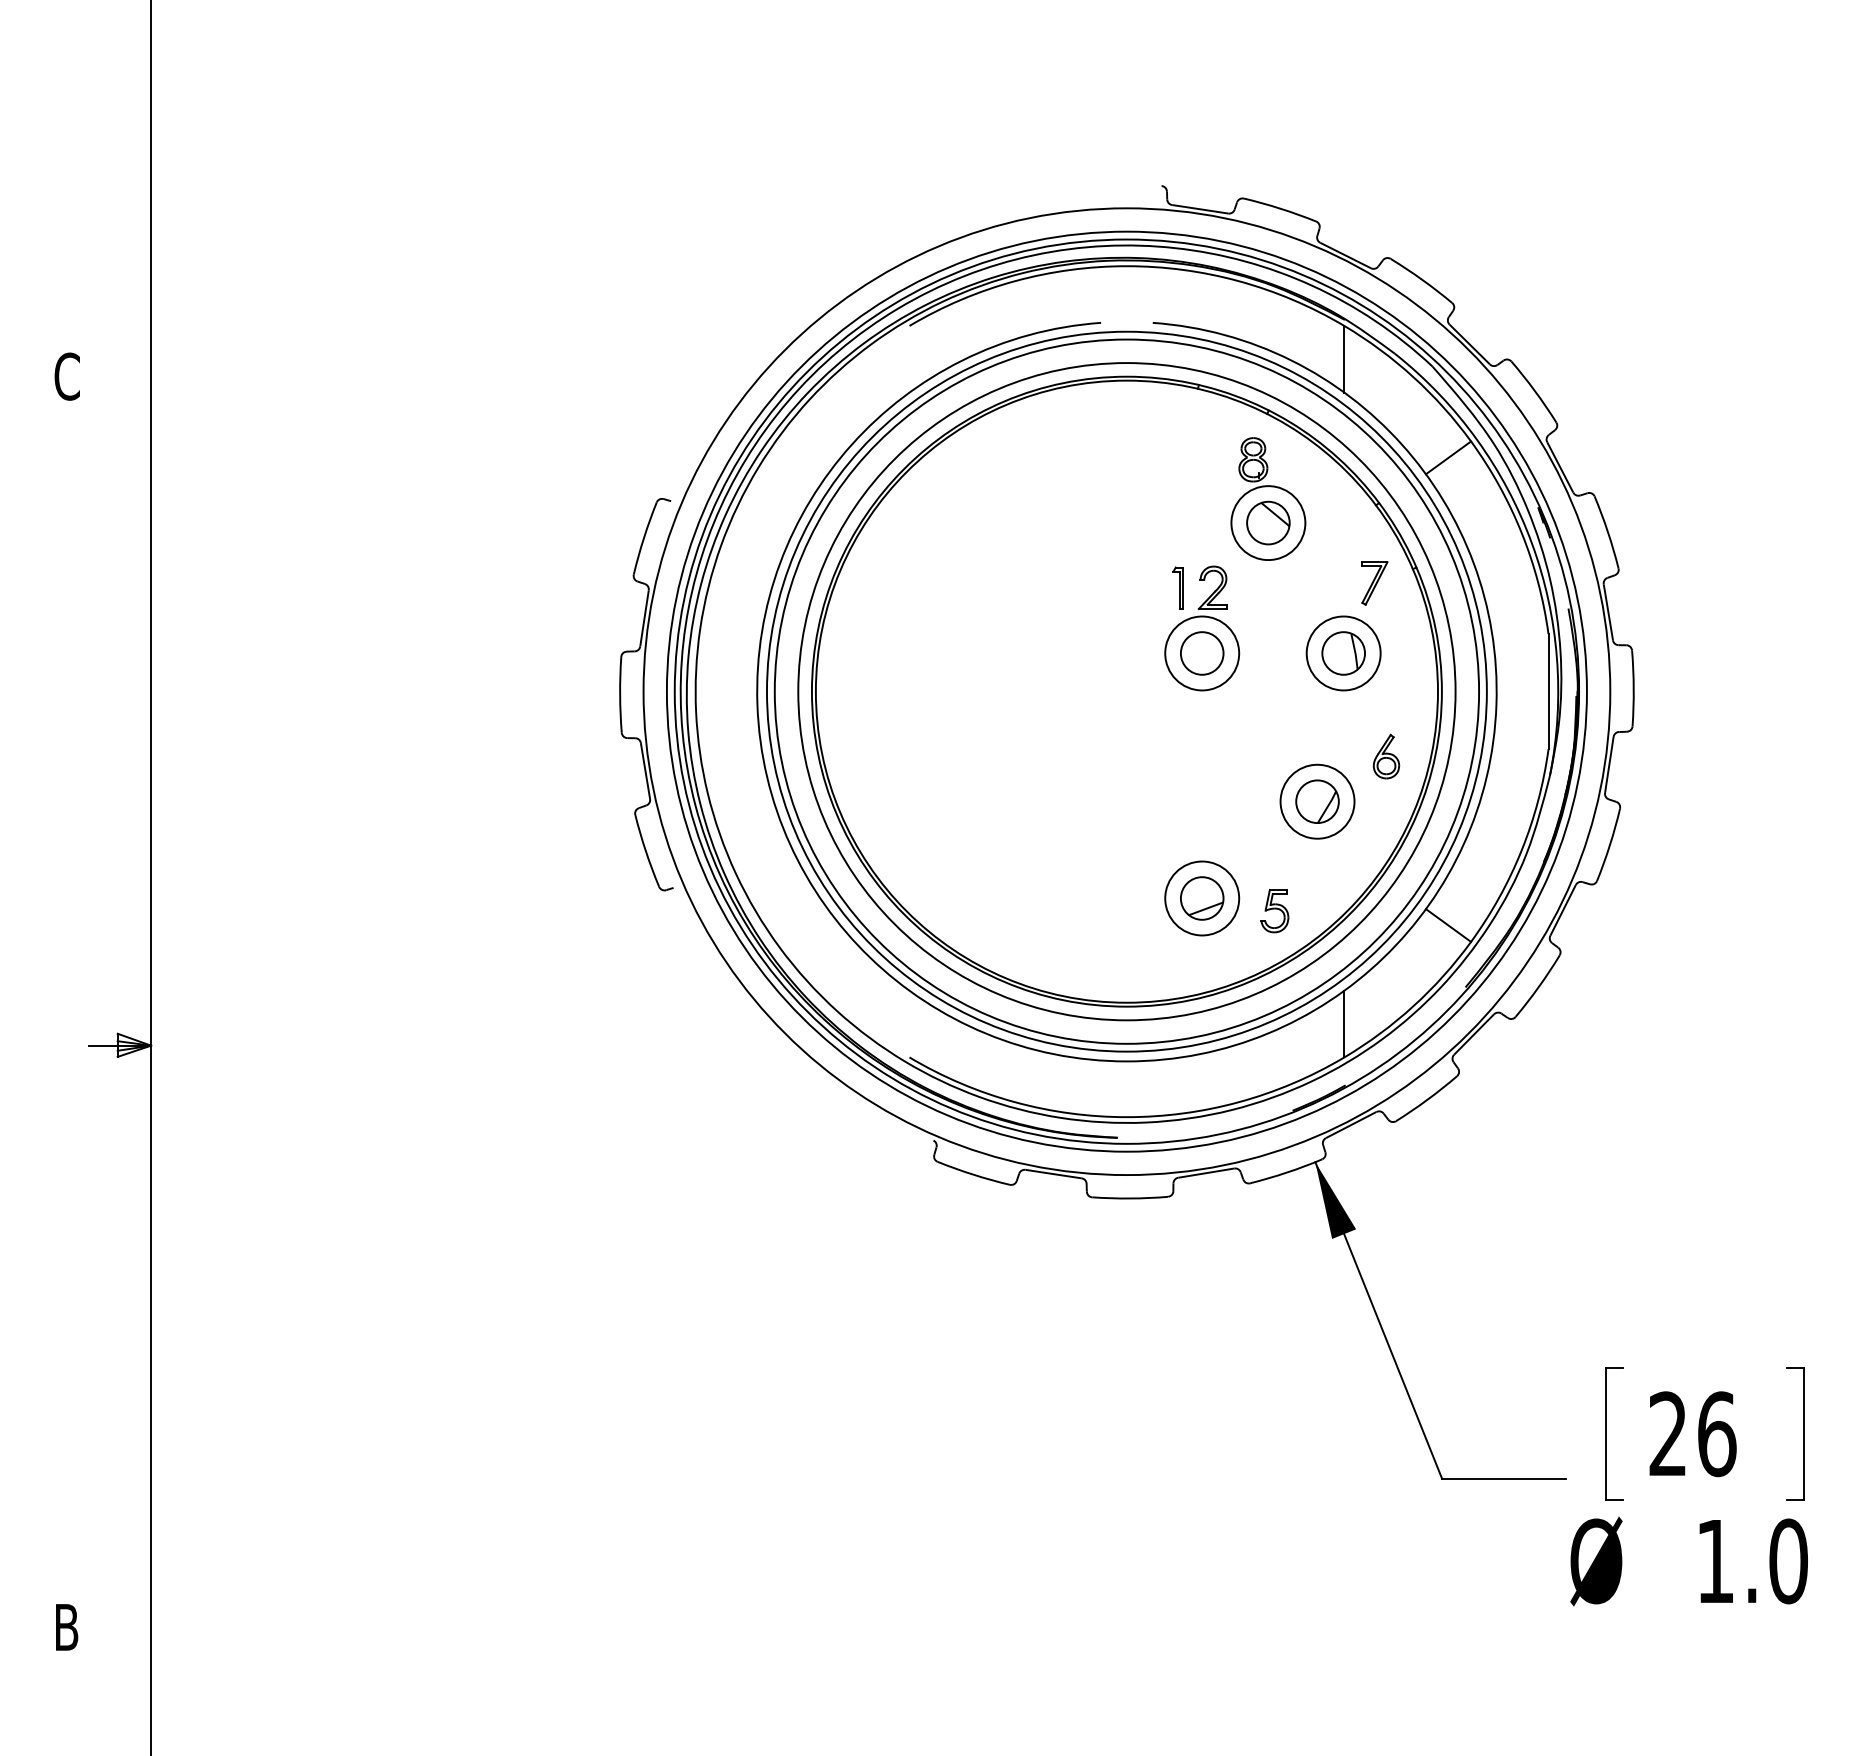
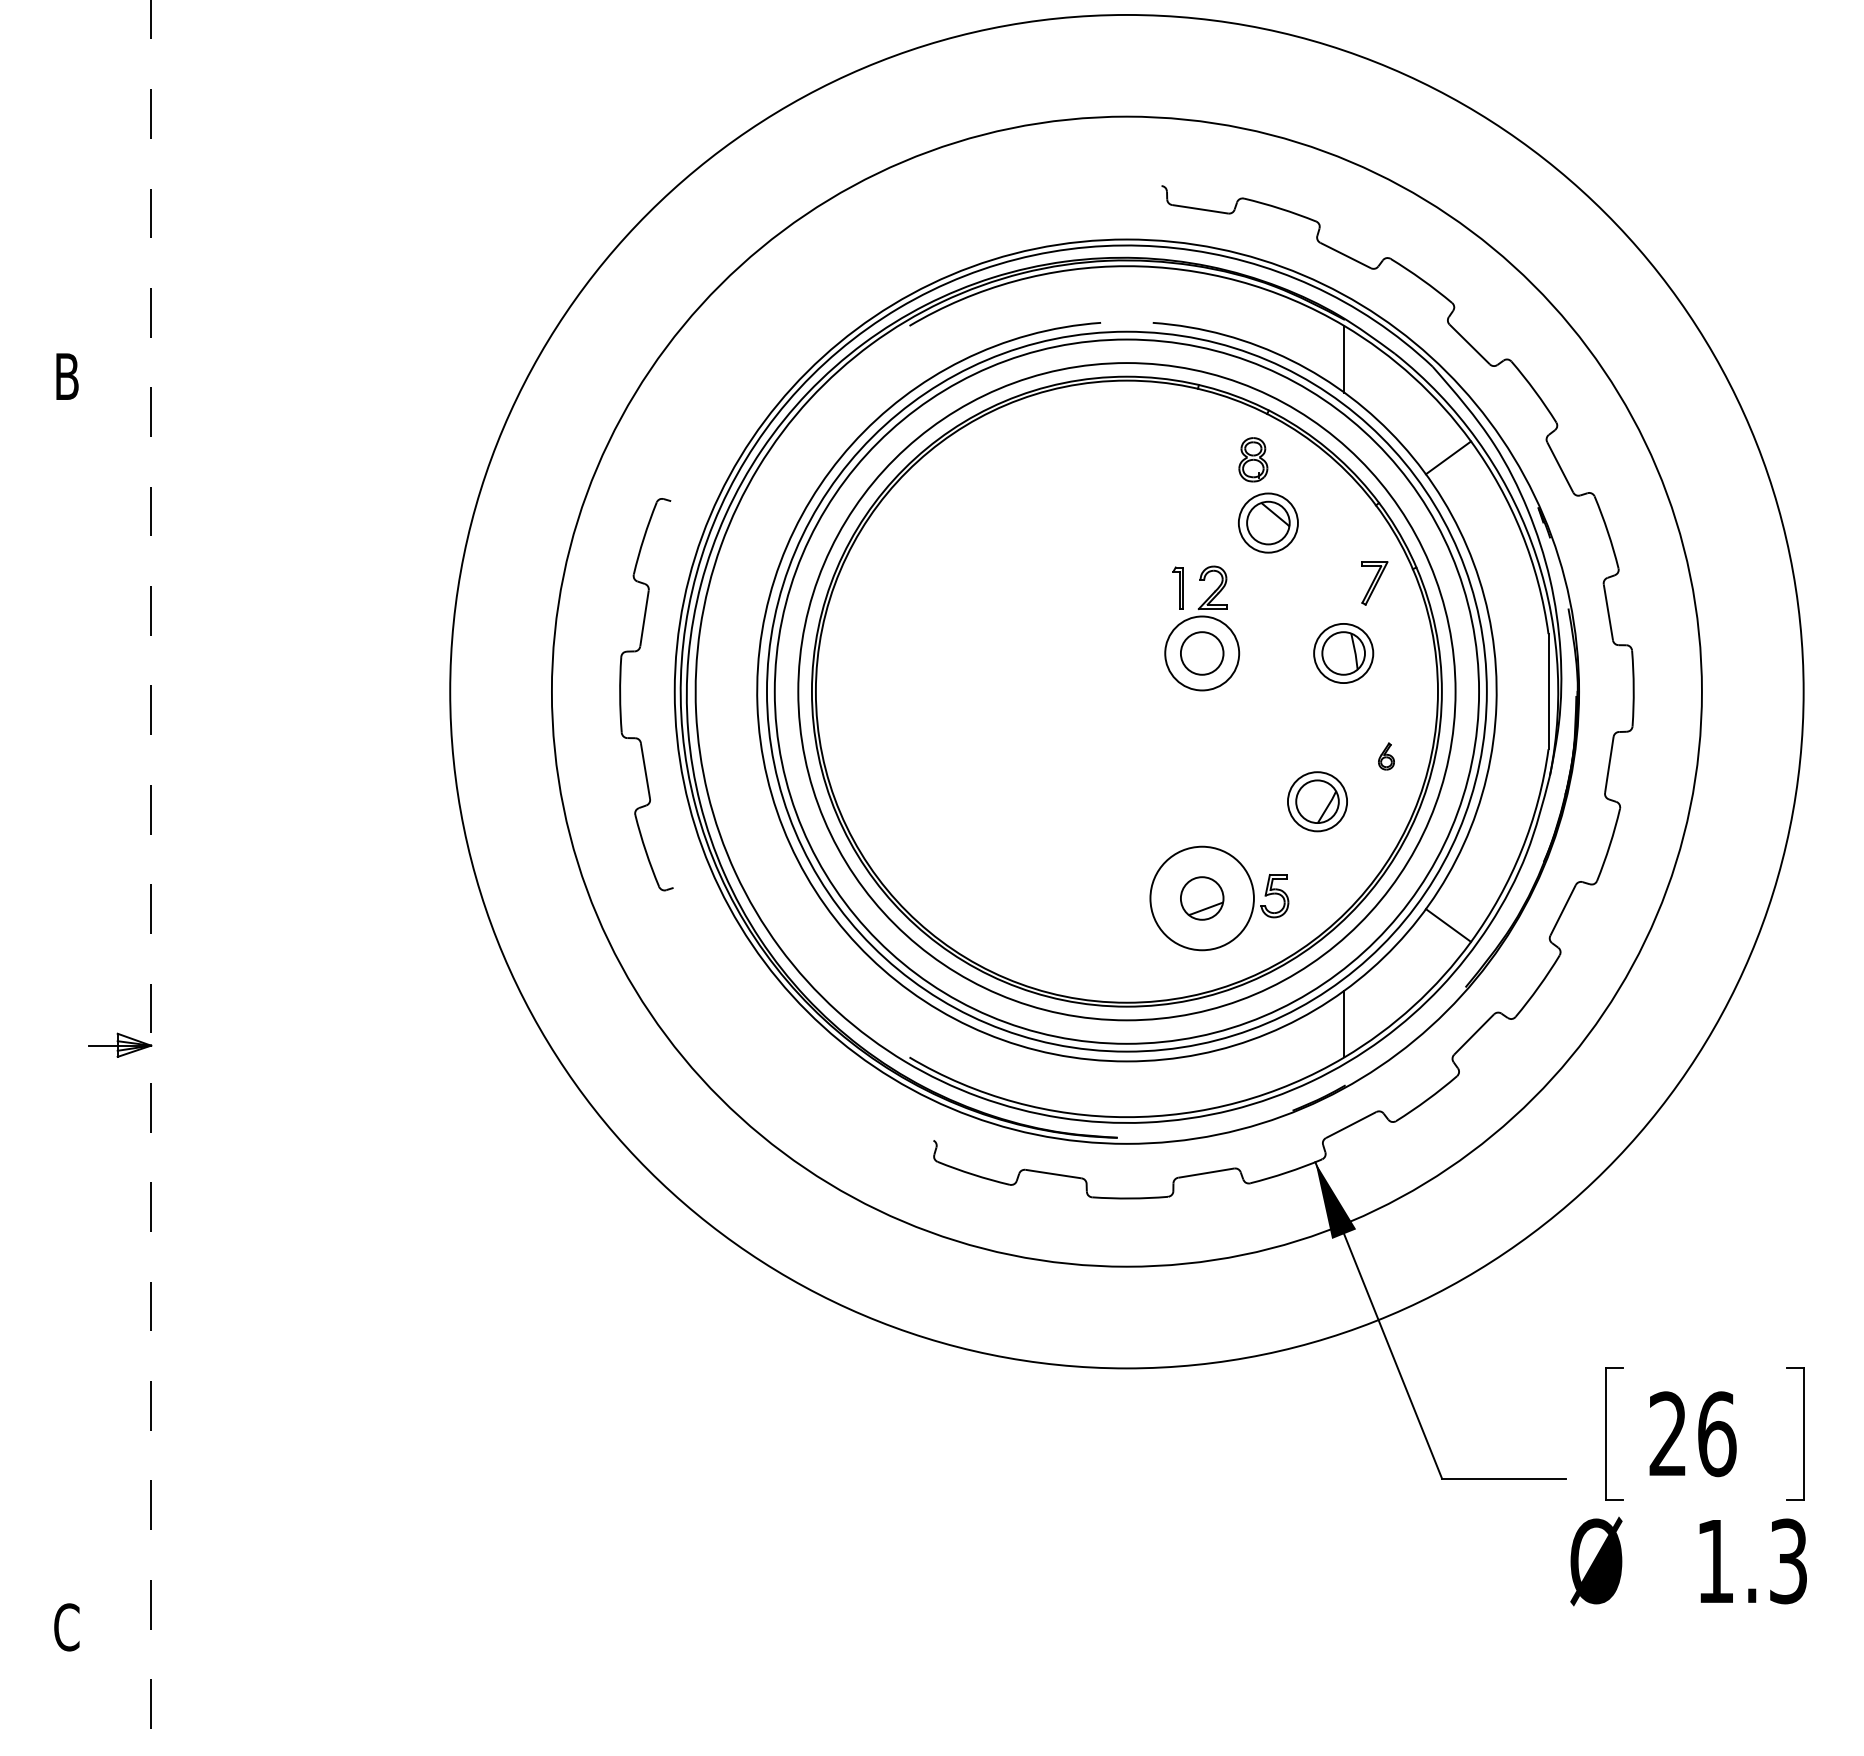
text at (66, 376): C -> B
circle at (1268, 523) diameter: 74 px -> 59 px
circle at (1343, 653) diameter: 74 px -> 59 px
circle at (1126, 691) diameter: 920 px -> 1150 px
circle at (1126, 691) diameter: 967 px -> 1353 px
part at (1386, 756) size: 29x47 px -> 17x29 px
circle at (1317, 801) diameter: 74 px -> 59 px
line at (151, 878): solid -> dashed
circle at (1202, 898) diameter: 74 px -> 104 px
part at (1274, 911) position: (1274, 911) -> (1274, 896)
text at (1788, 1561): 1.0 -> 1.3
text at (66, 1627): B -> C
